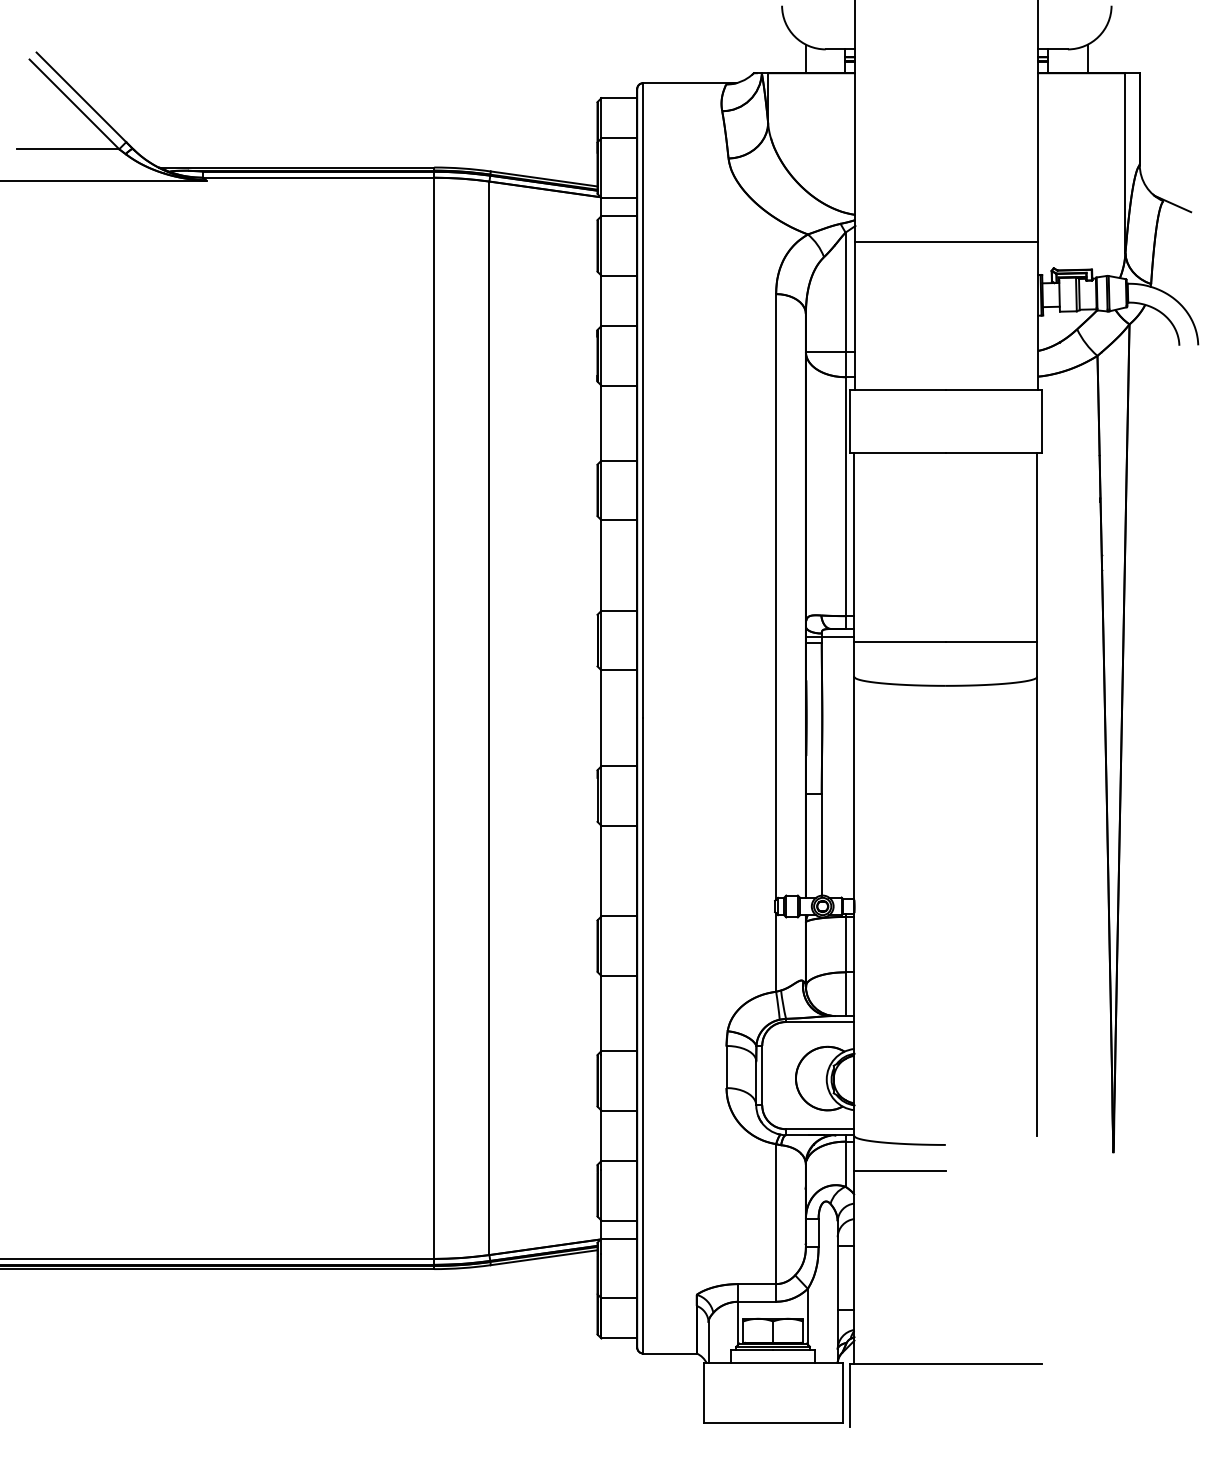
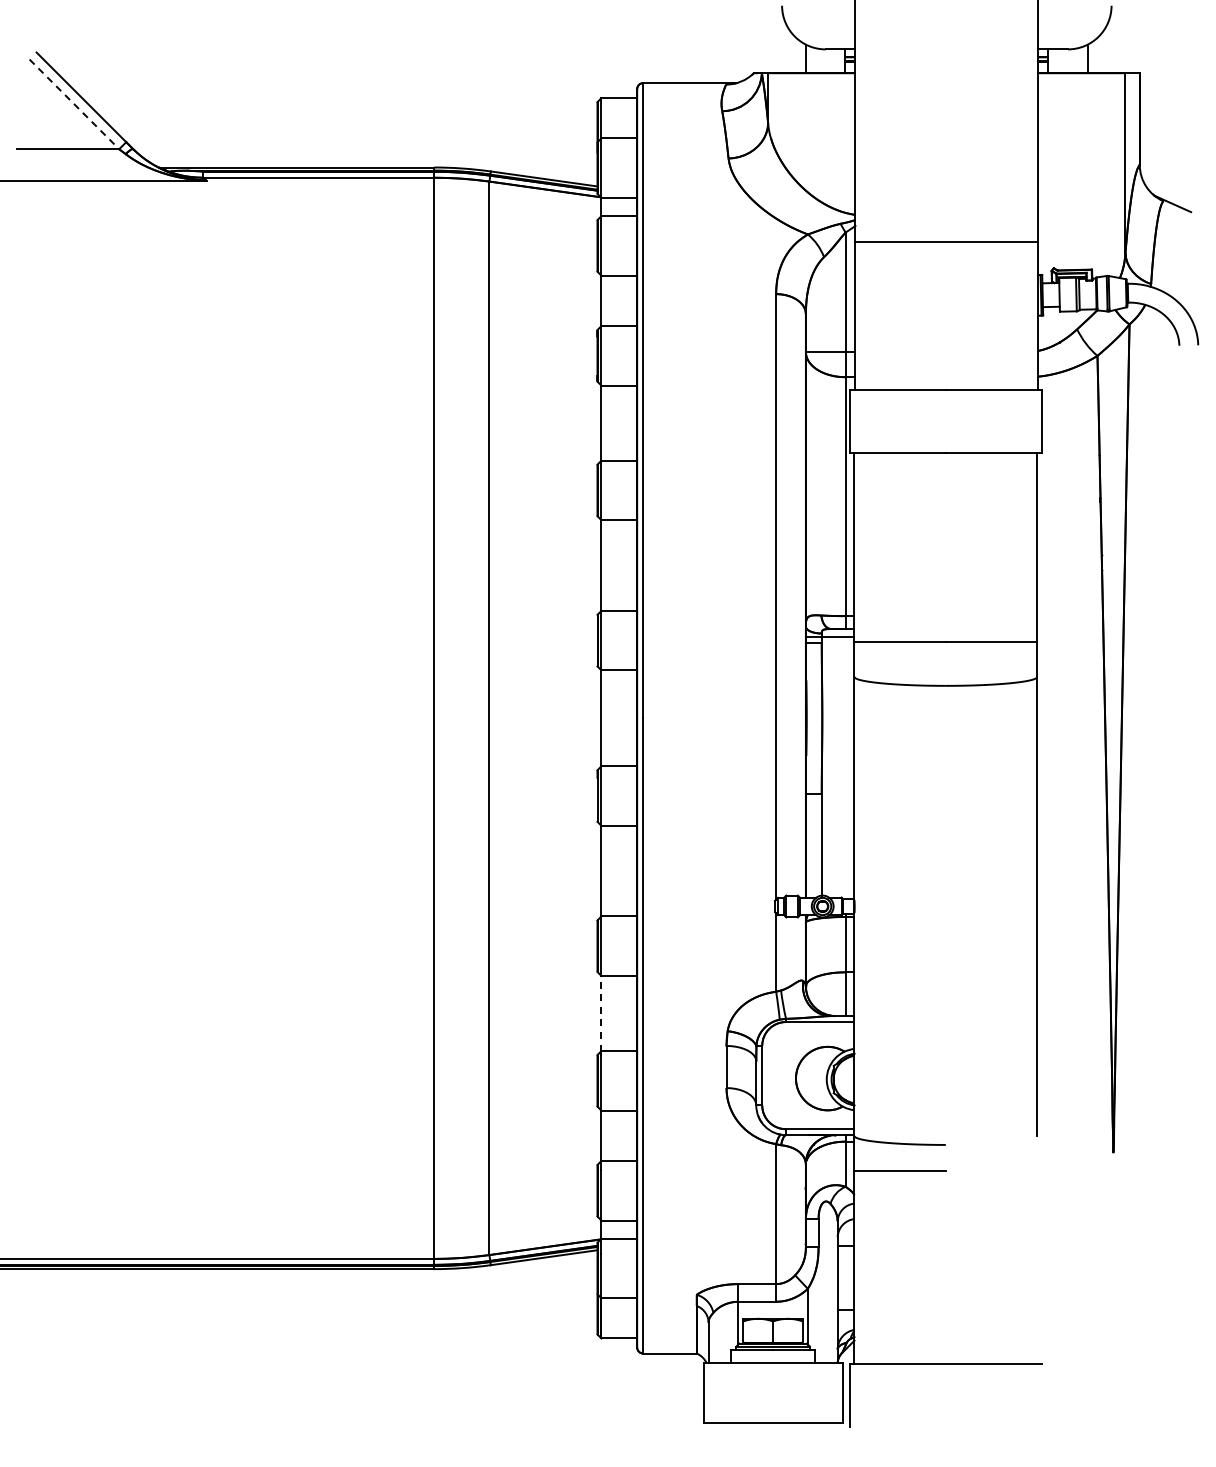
line at (74, 104): solid -> dashed
line at (601, 1013): solid -> dashed
